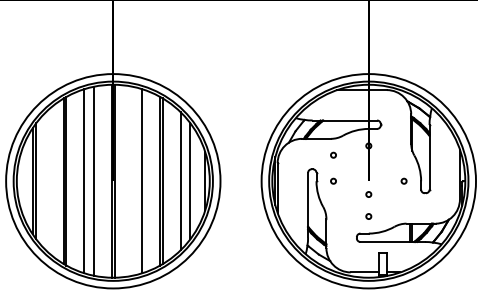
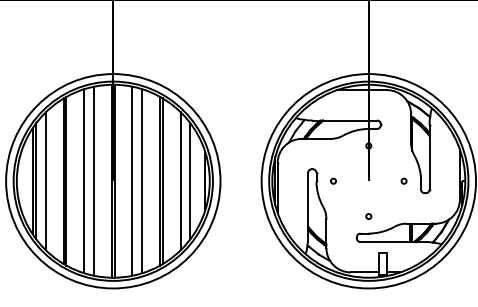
circle at (333, 154): present -> none
line at (132, 180): none -> present
line at (46, 181): none -> present
circle at (368, 194): present -> none
